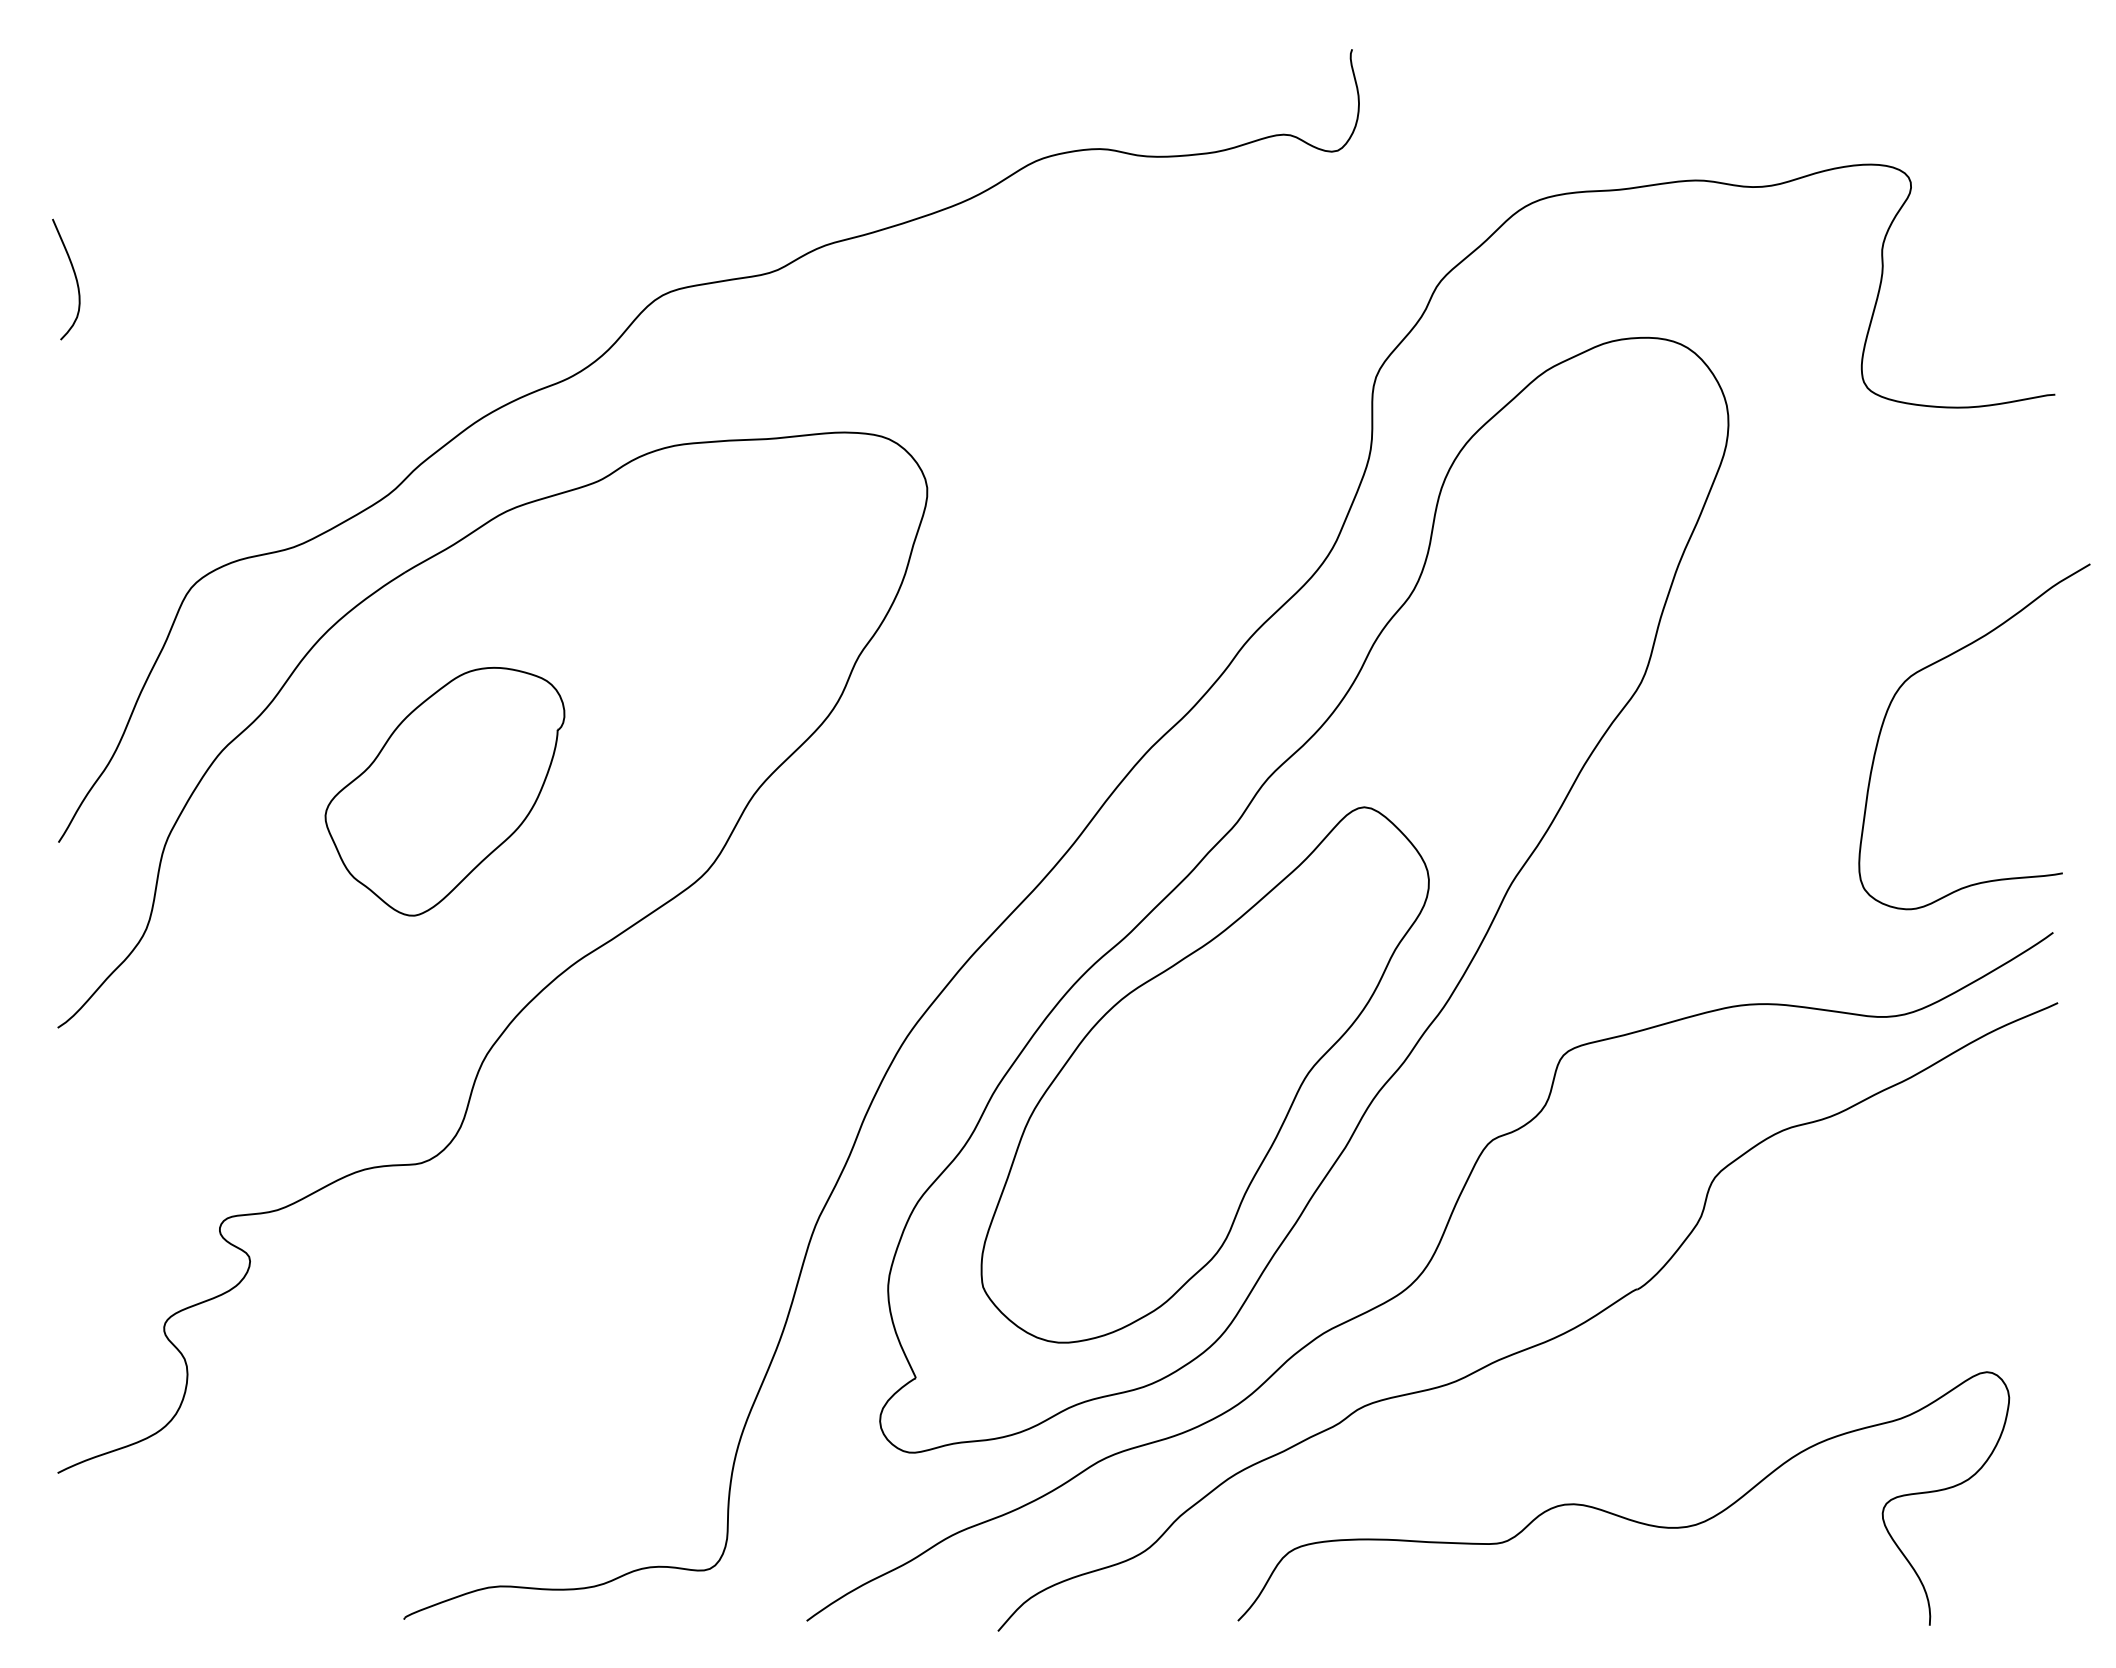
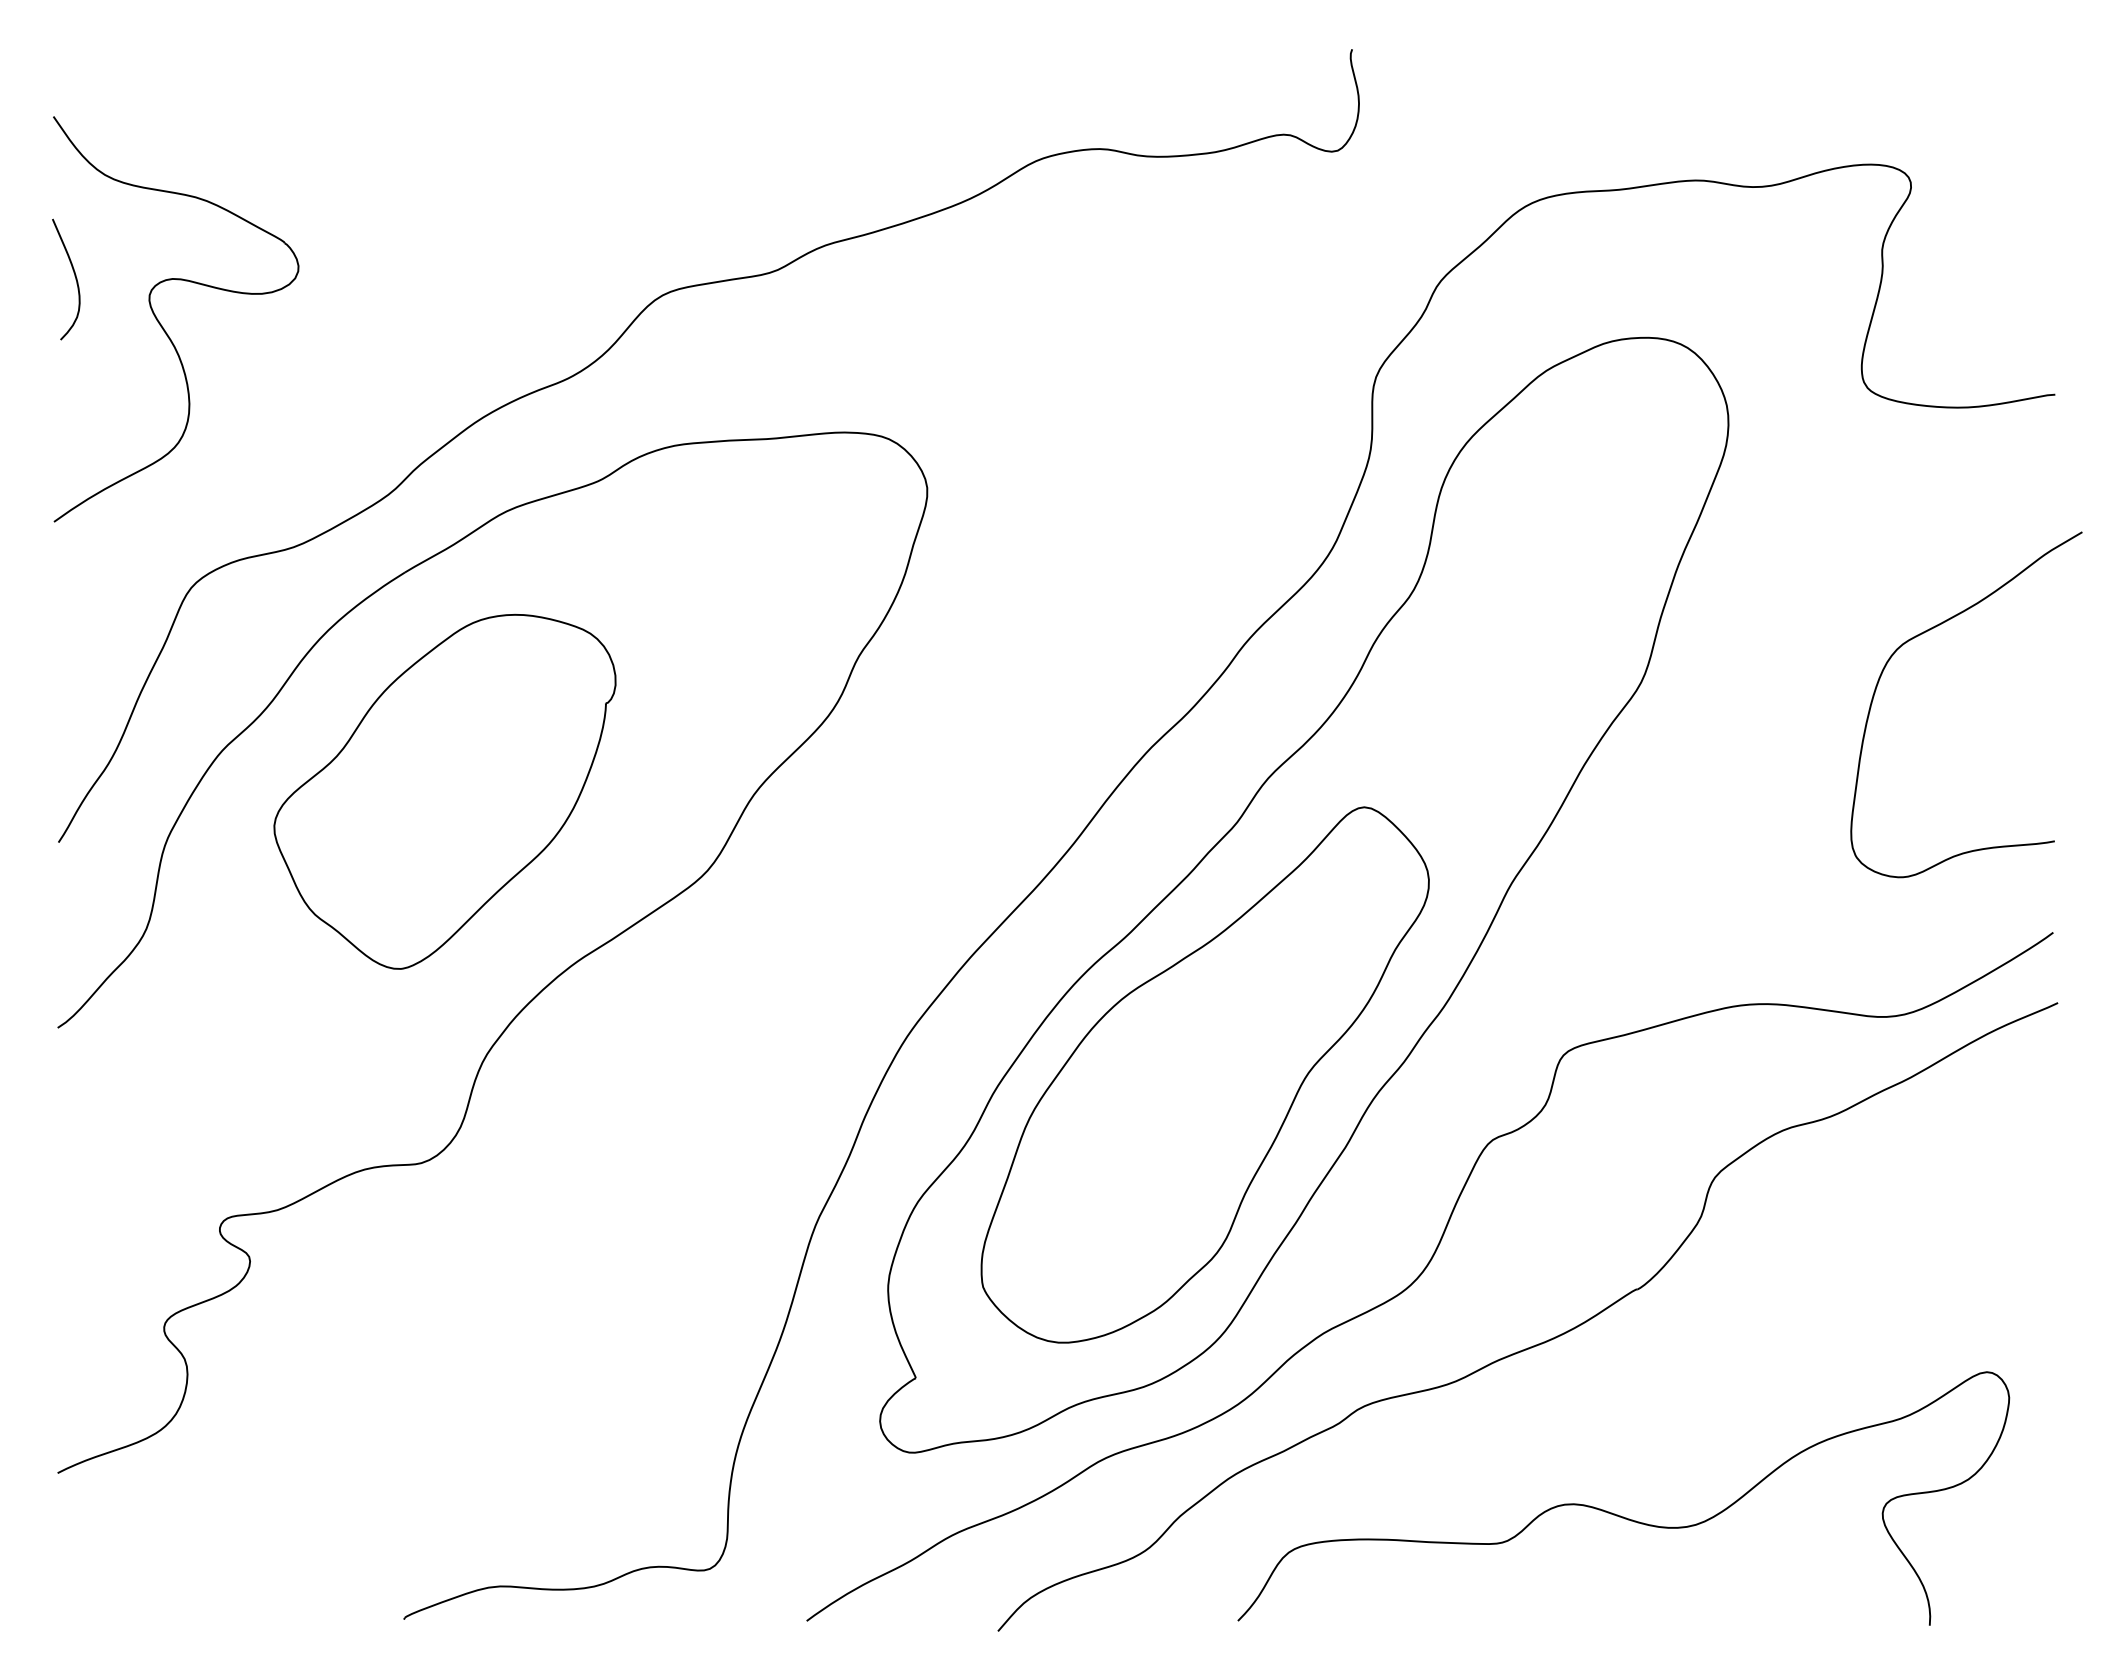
part at (164, 328): none -> present
curve at (1938, 662) position: (1938, 662) -> (1930, 630)
part at (444, 791) size: 242x251 px -> 344x357 px
